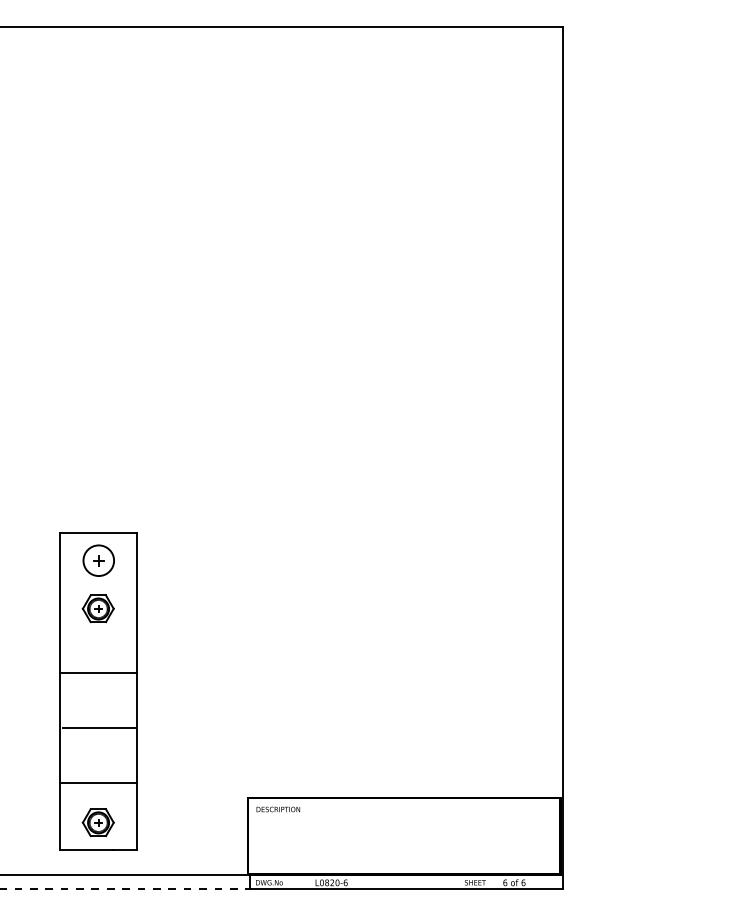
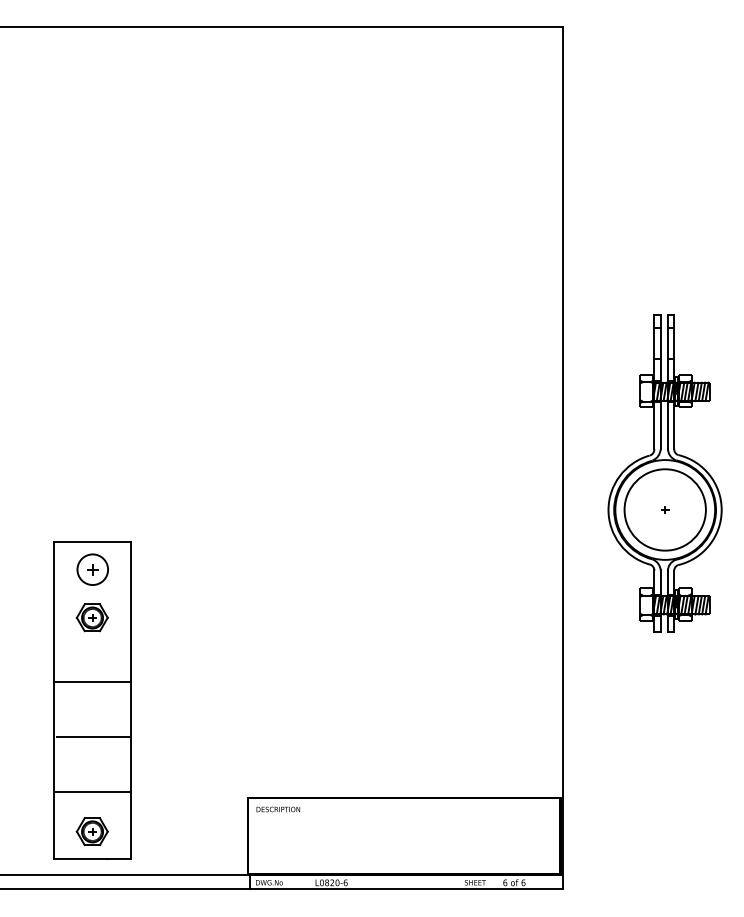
part at (664, 473): none -> present
part at (98, 691) position: (98, 691) -> (92, 700)
line at (125, 889): dashed -> solid
